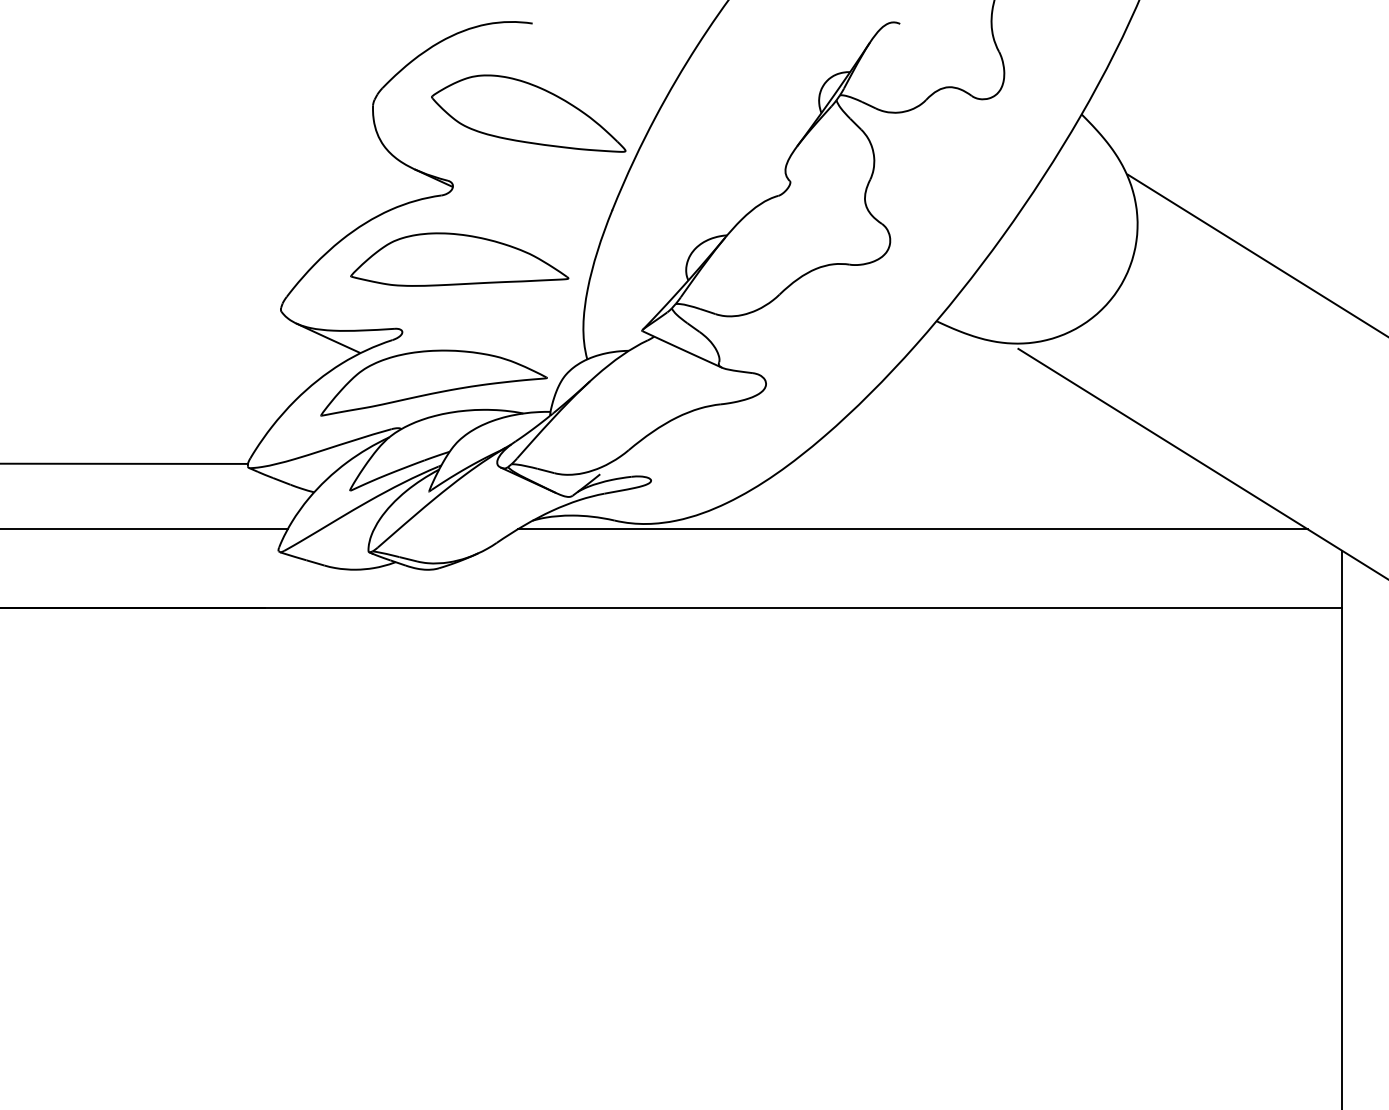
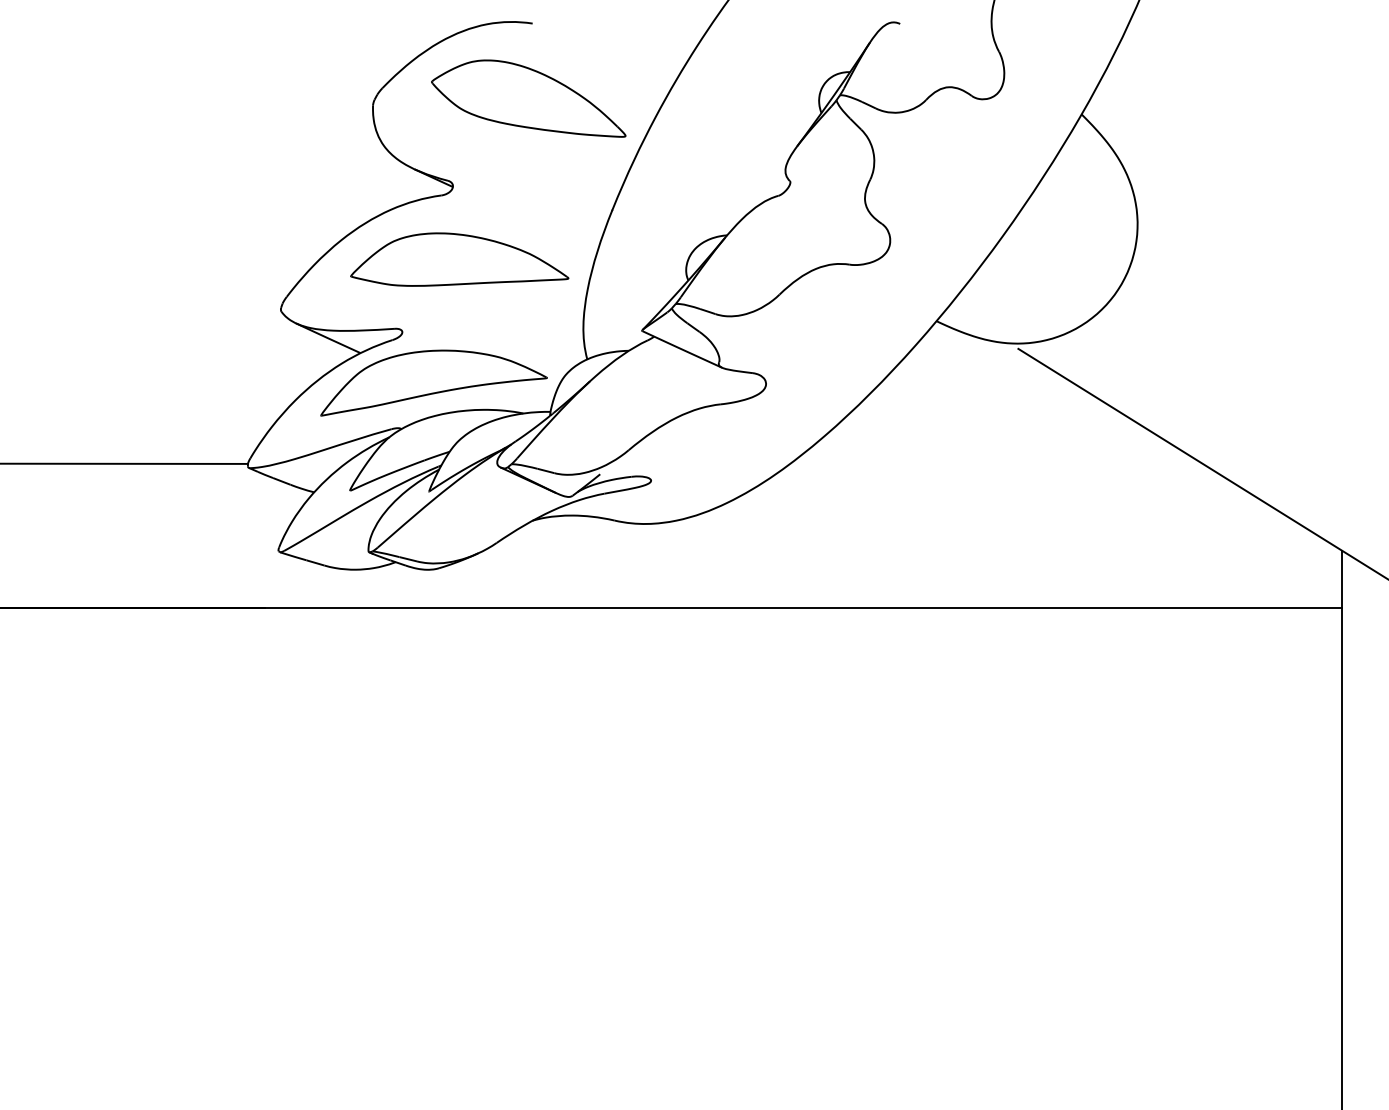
part at (528, 113) position: (528, 113) -> (528, 98)
line at (1256, 254): present -> none
line at (144, 529): present -> none
line at (912, 529): present -> none
